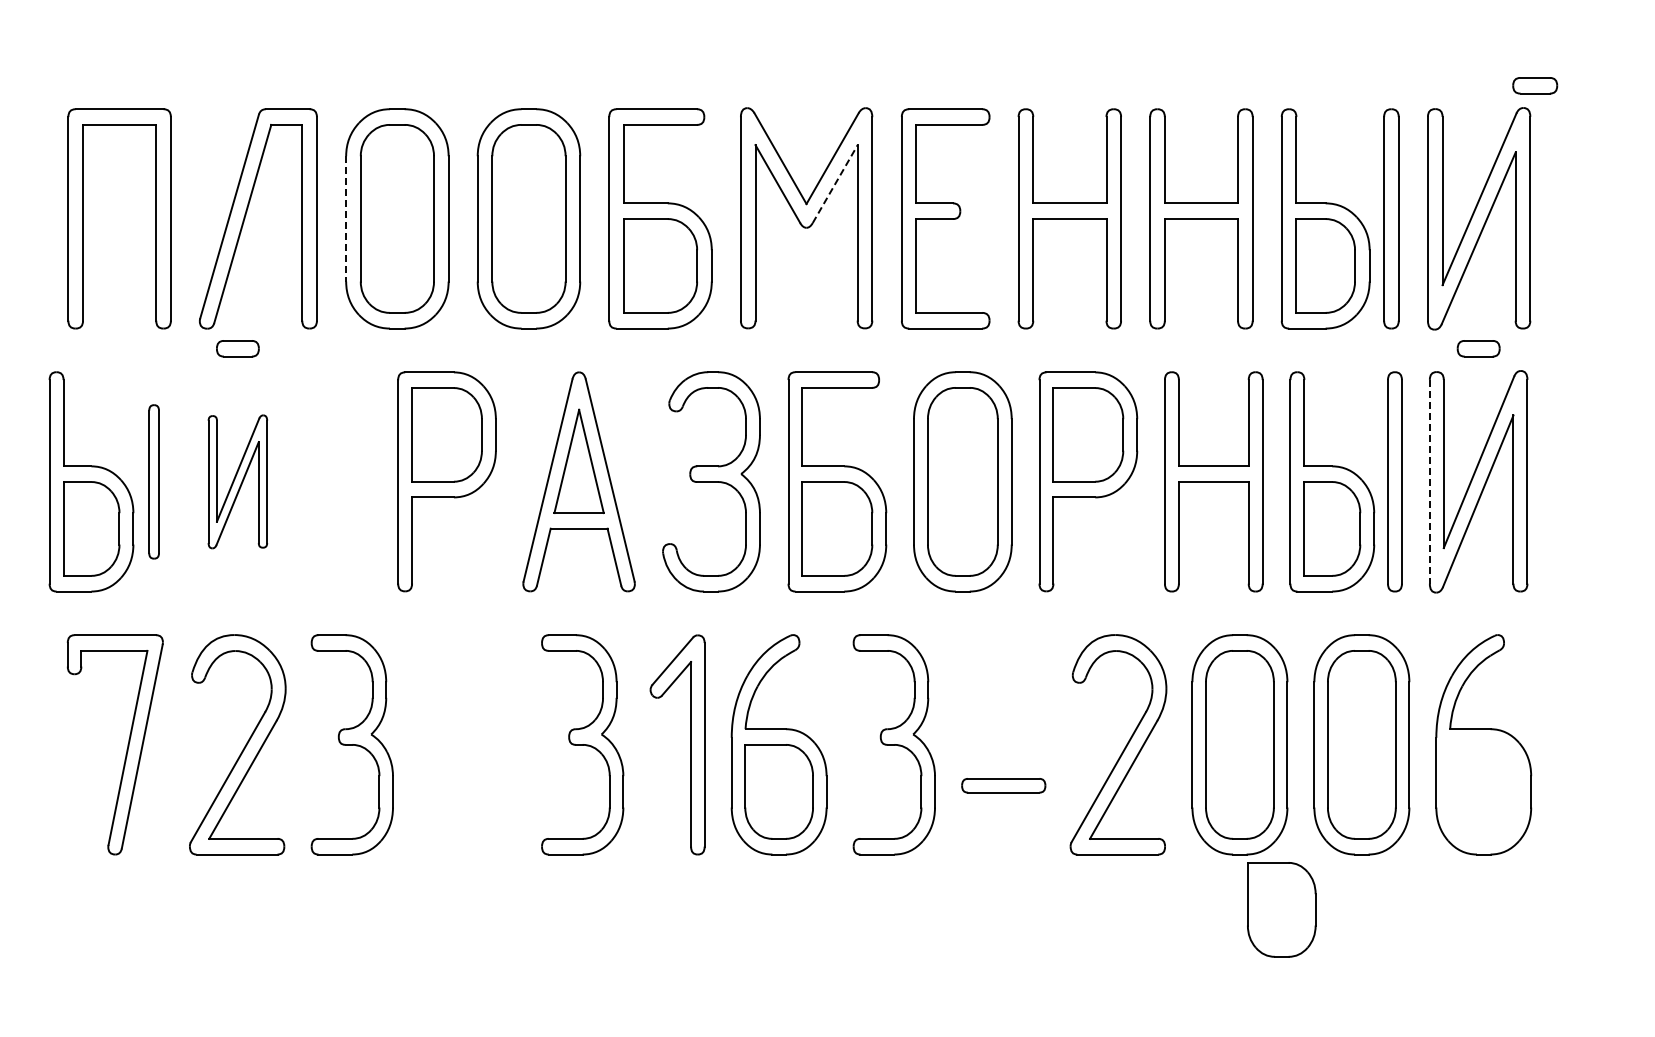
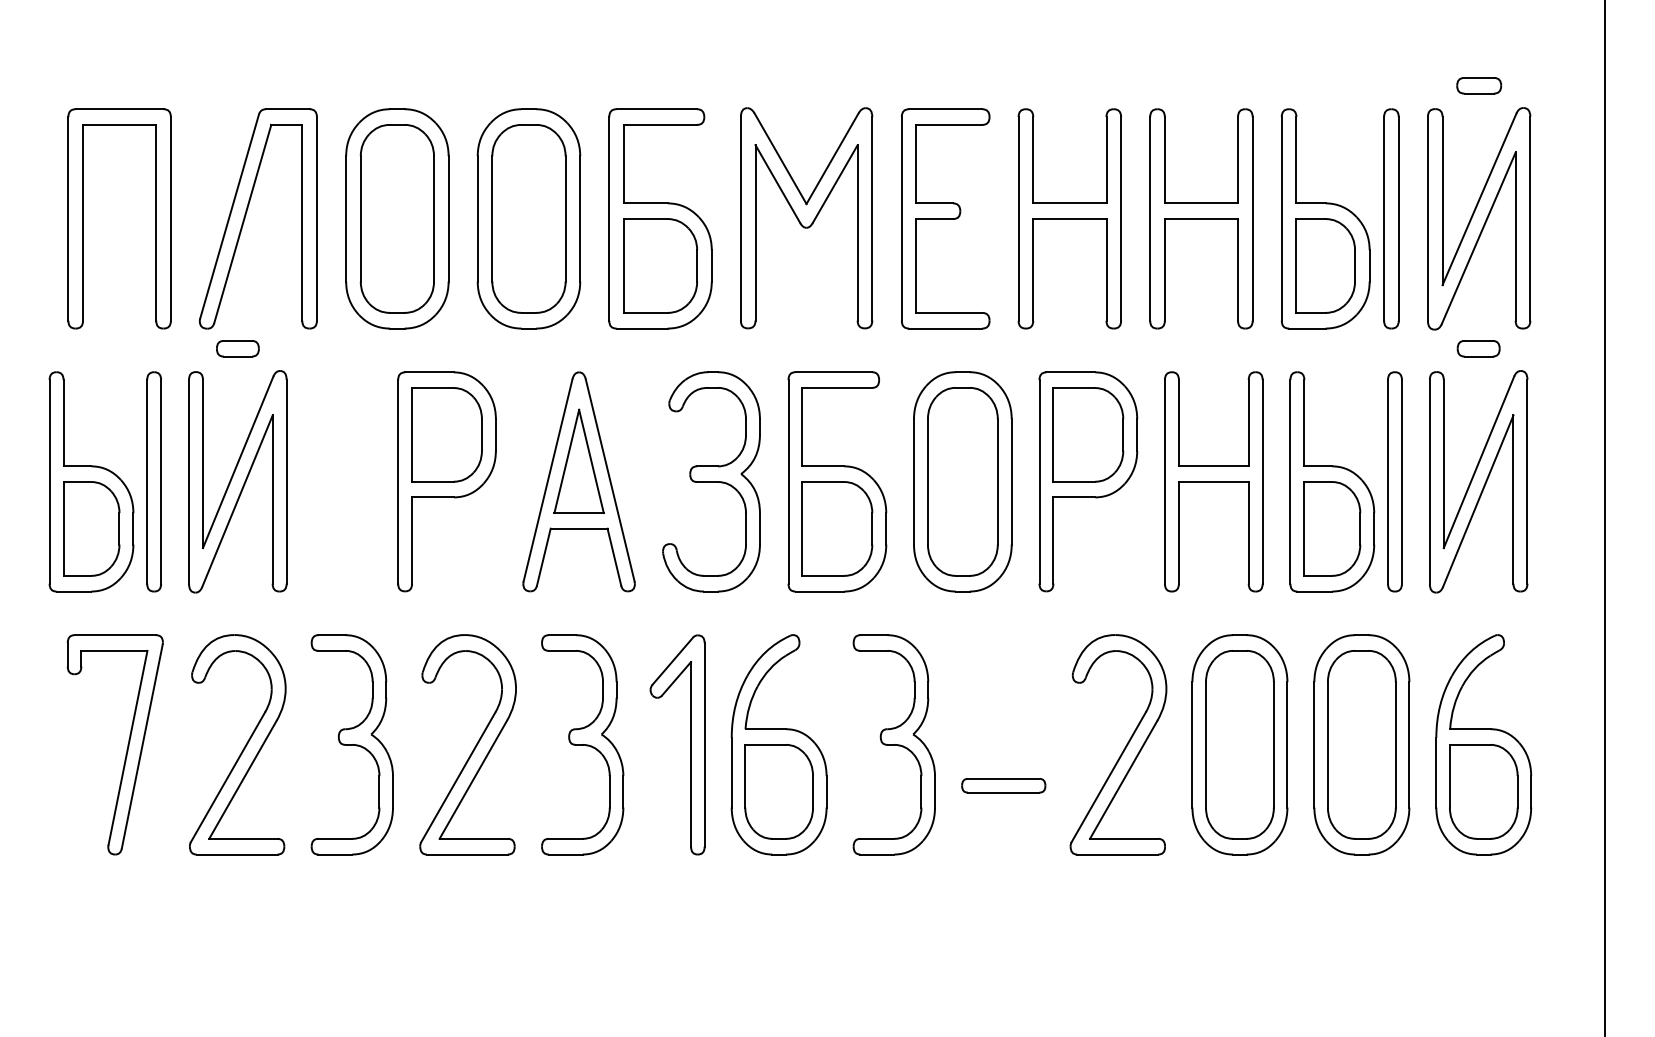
part at (1535, 85) position: (1535, 85) -> (1479, 85)
line at (835, 184): dashed -> solid
line at (346, 218): dashed -> solid
part at (153, 481) size: 12x156 px -> 16x222 px
part at (237, 481) size: 62x136 px -> 100x224 px
line at (1429, 481): dashed -> solid
line at (1605, 517): none -> present
part at (473, 748): none -> present
part at (1281, 909) position: (1281, 909) -> (1483, 791)
